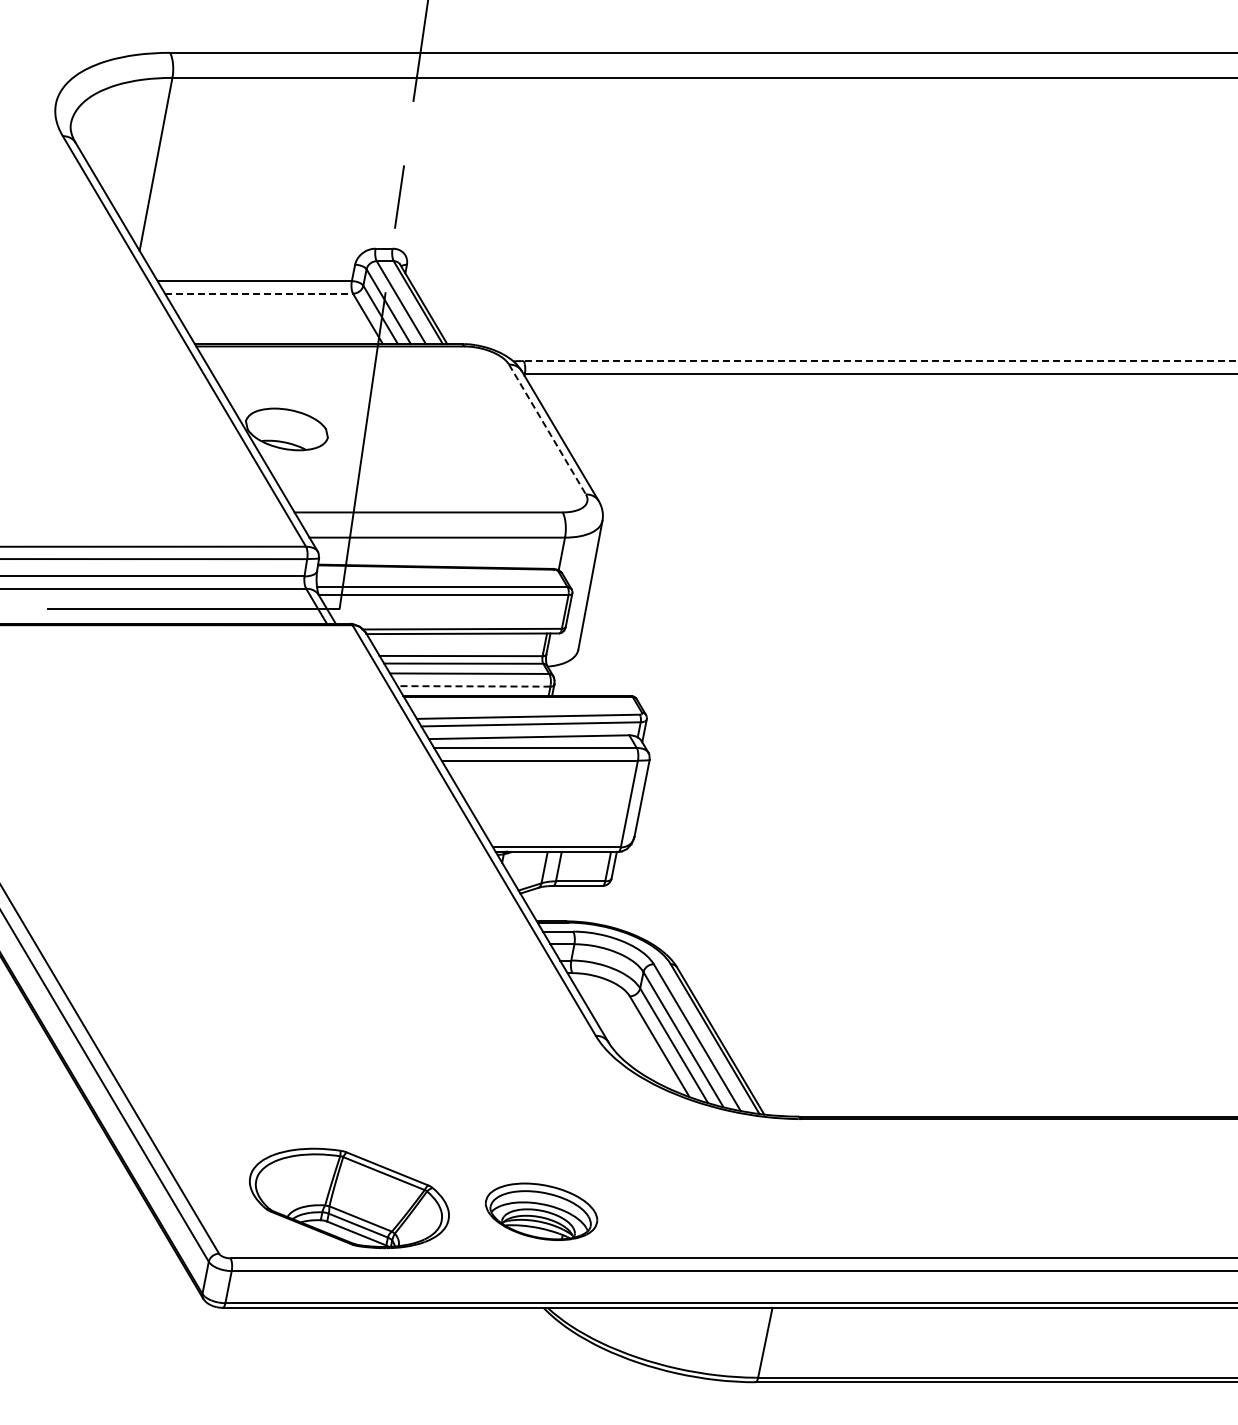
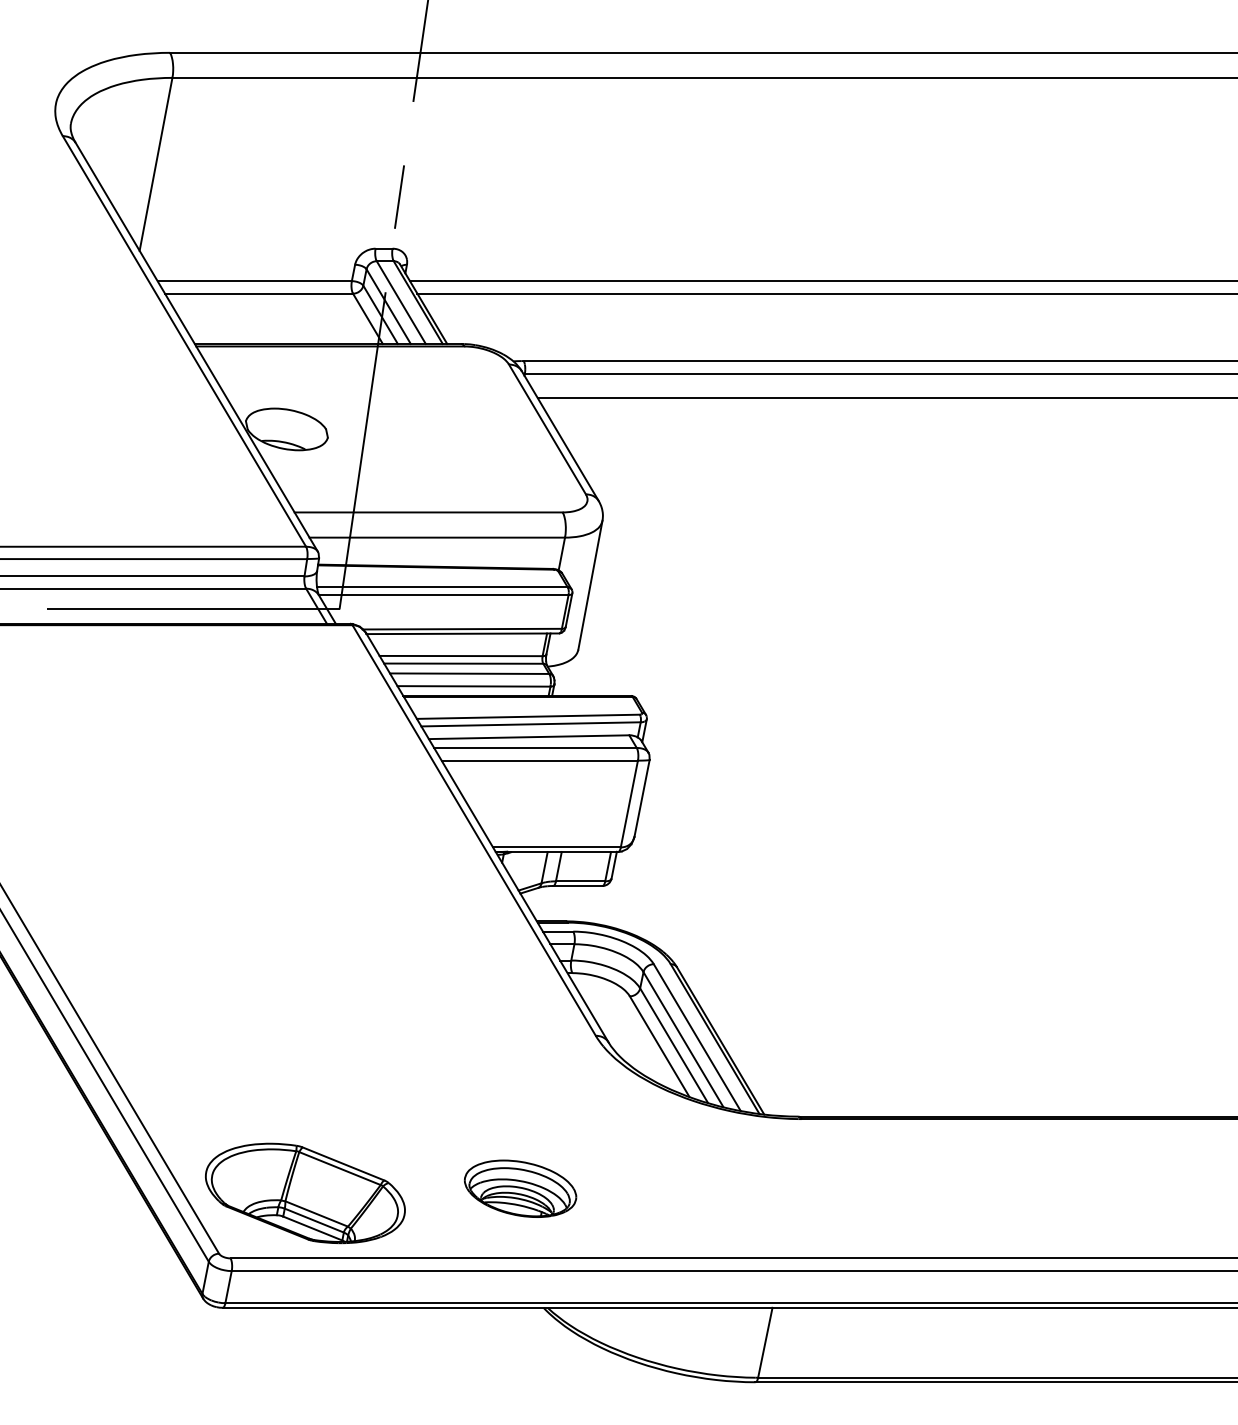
line at (822, 281): none -> present
line at (259, 293): dashed -> solid
line at (825, 293): none -> present
line at (880, 361): dashed -> solid
line at (885, 397): none -> present
line at (547, 429): dashed -> solid
line at (473, 686): dashed -> solid
part at (349, 1198) position: (349, 1198) -> (305, 1193)
part at (541, 1211) position: (541, 1211) -> (520, 1188)
